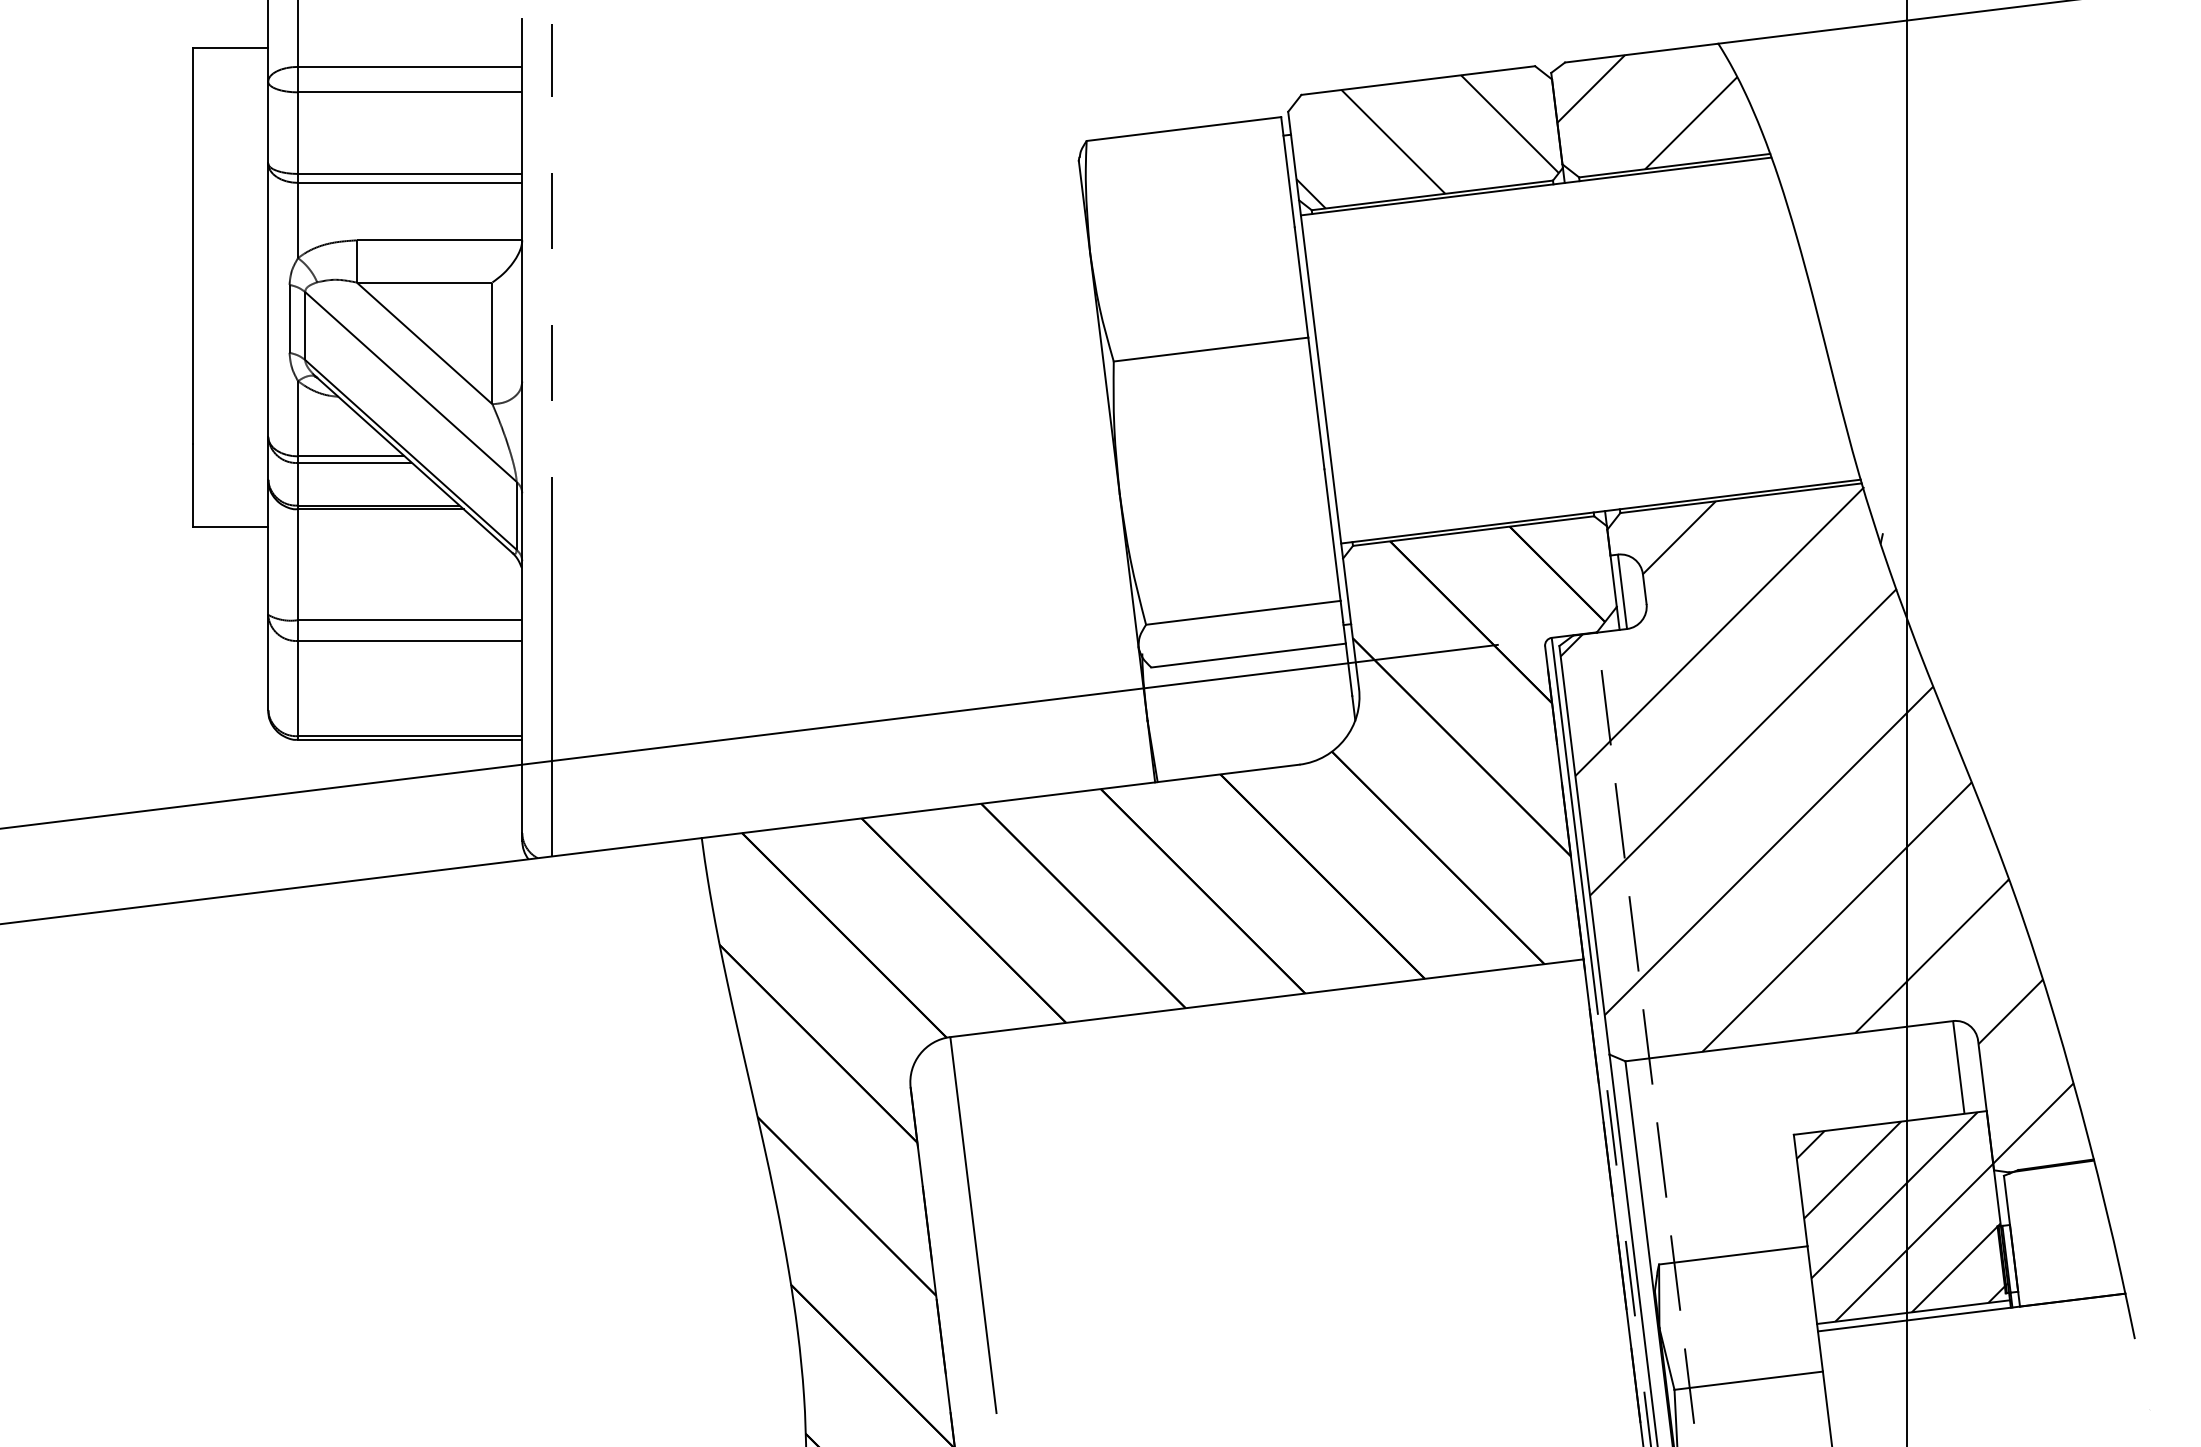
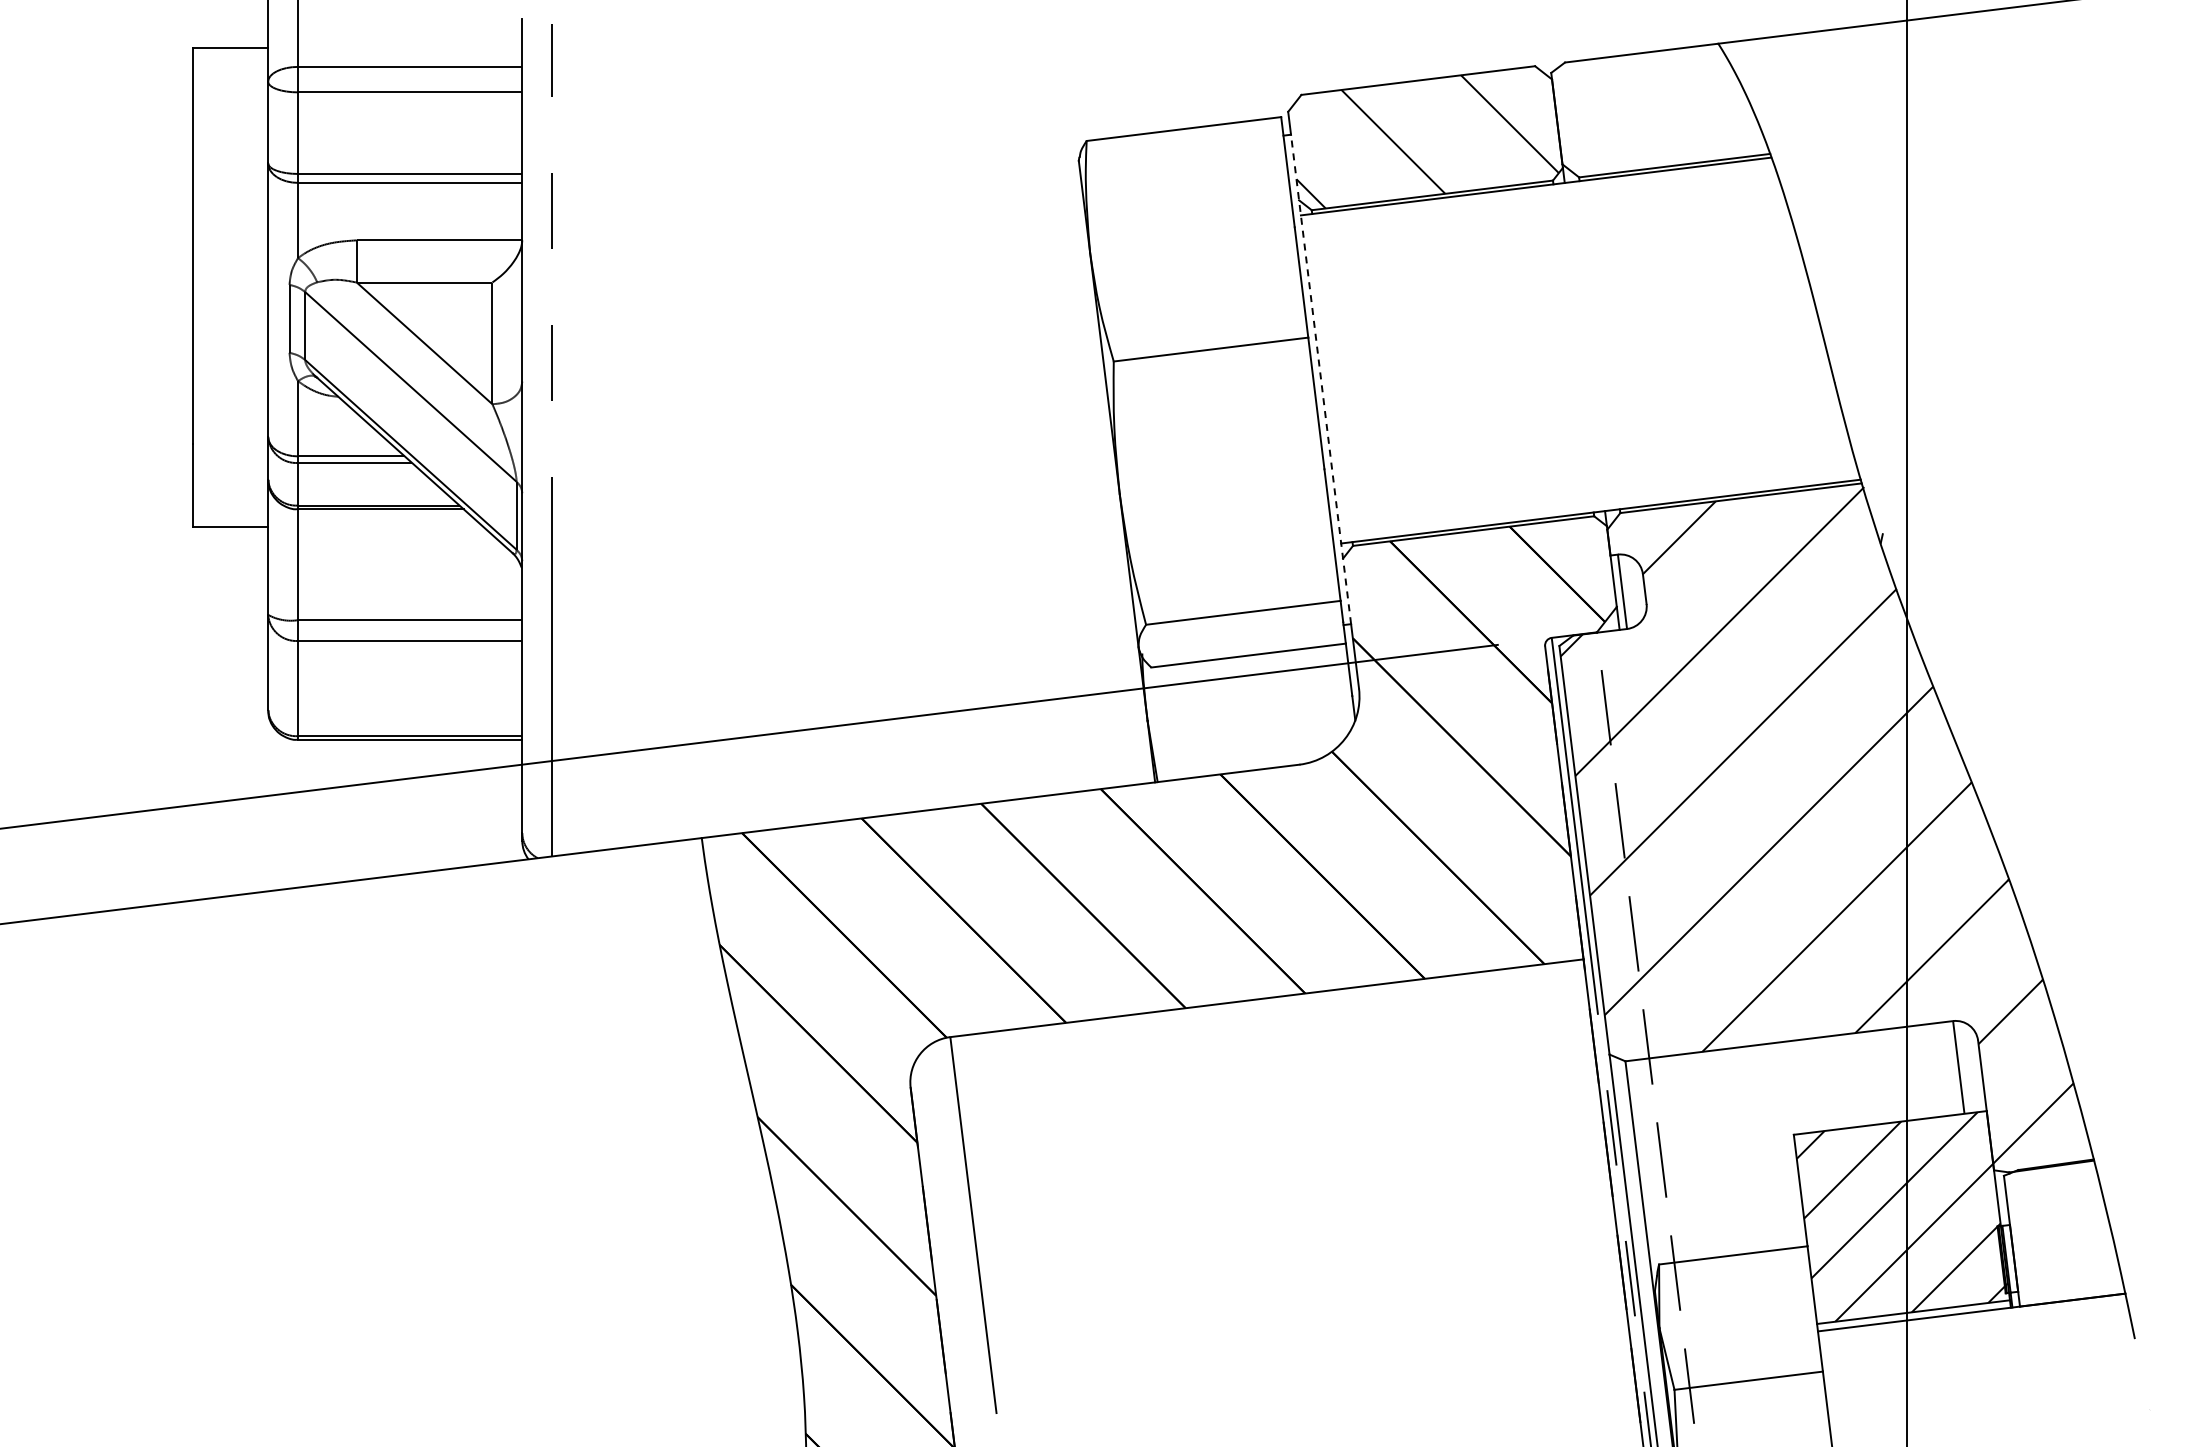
hatch at (1647, 112): present -> none
line at (1321, 379): solid -> dashed
